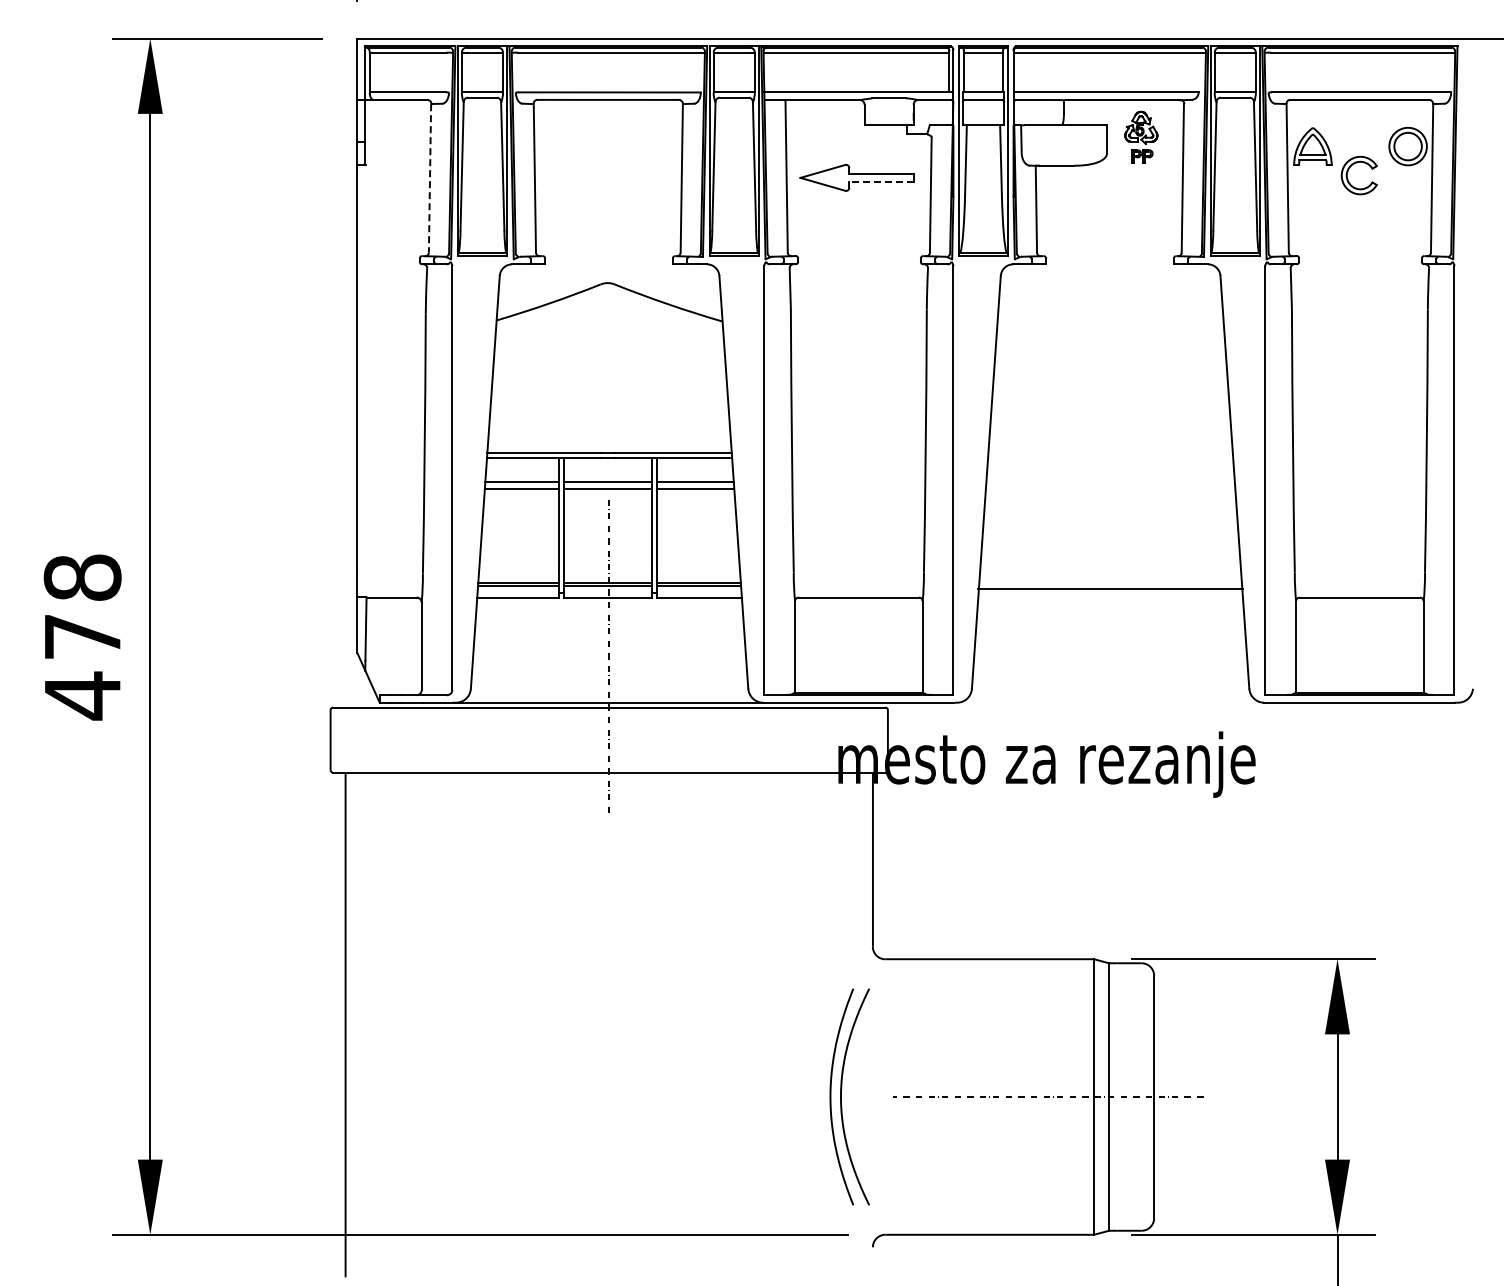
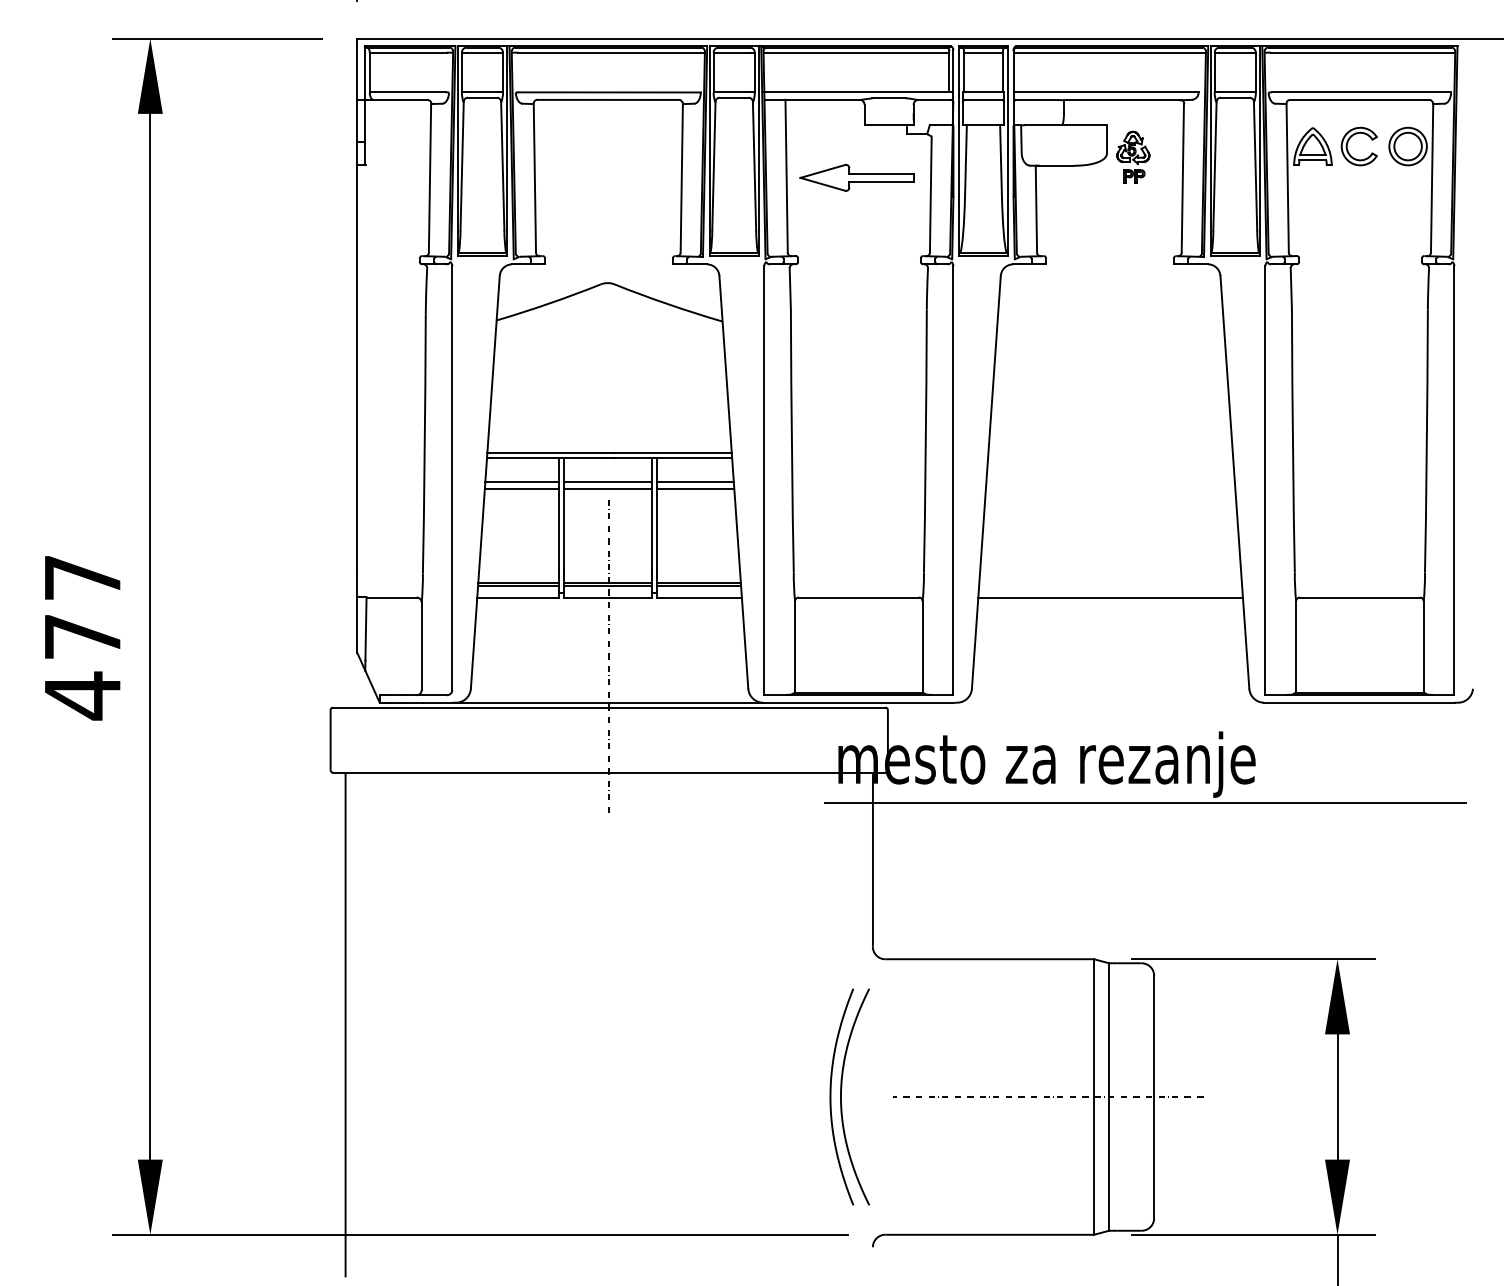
part at (1141, 136) position: (1141, 136) -> (1133, 156)
part at (1348, 171) position: (1348, 171) -> (1348, 142)
line at (430, 178): dashed -> solid
line at (881, 182): dashed -> solid
text at (82, 577): 478 -> 477
line at (1110, 588) position: (1110, 588) -> (1110, 597)
line at (1144, 802): none -> present
